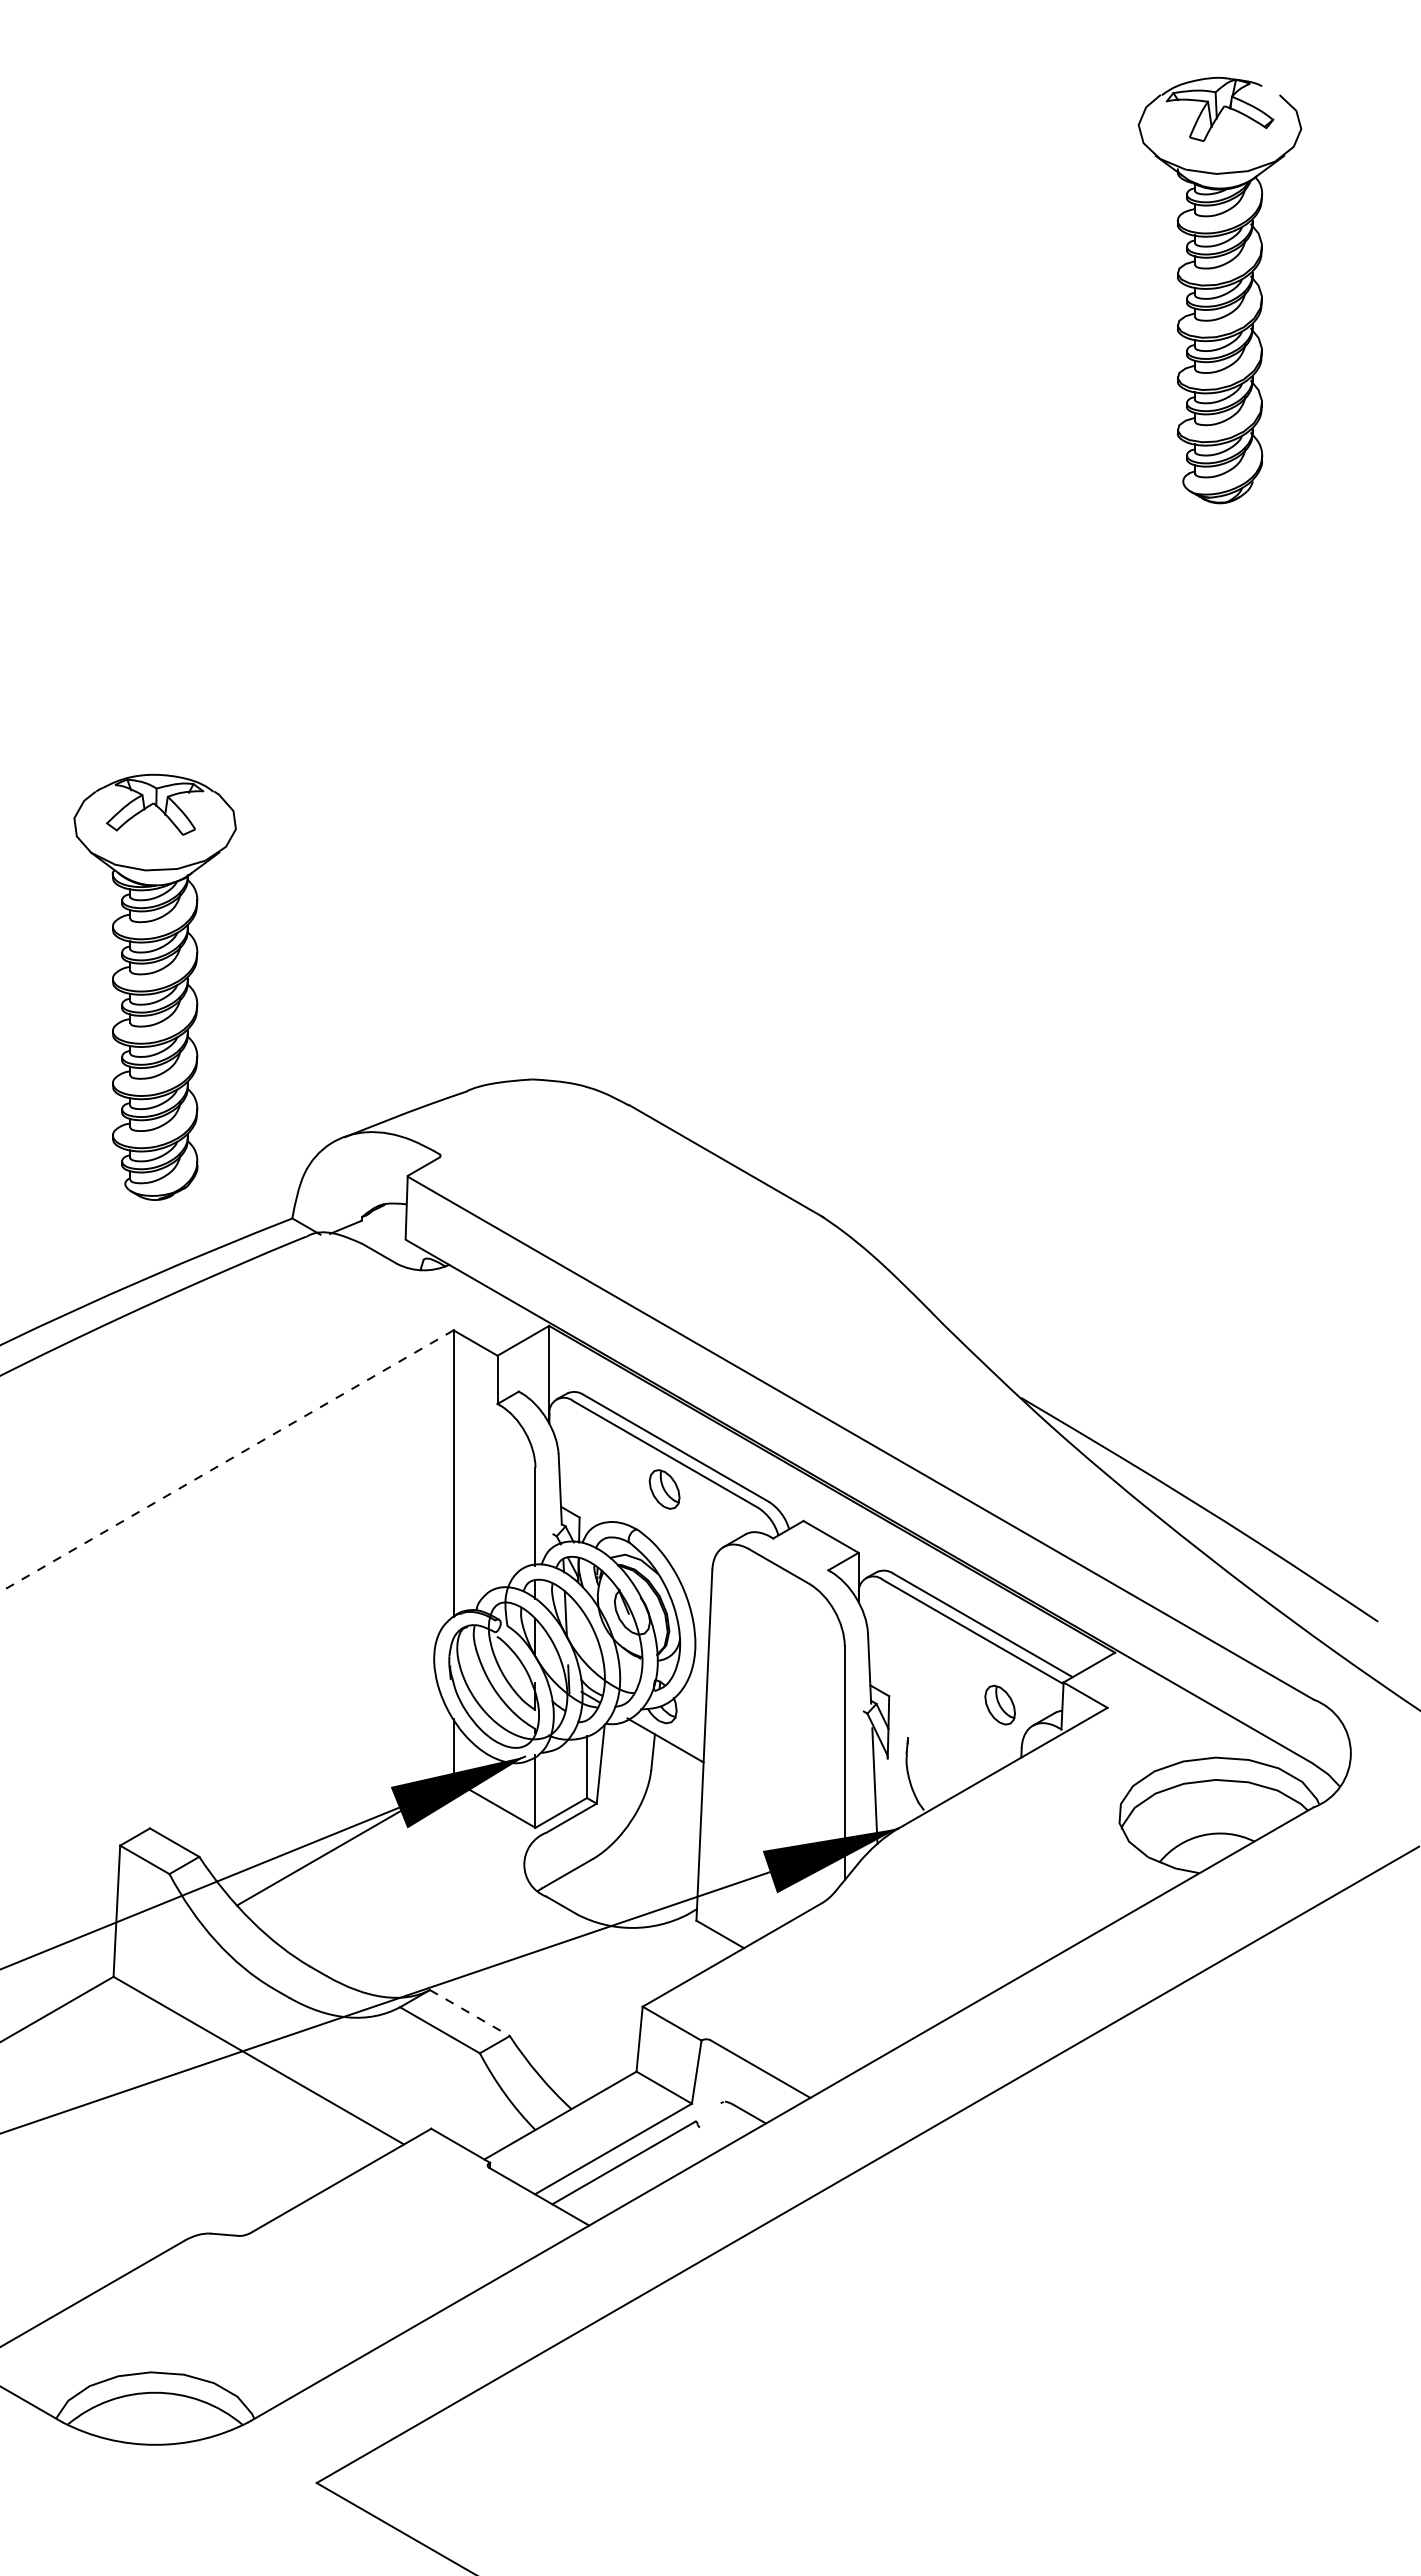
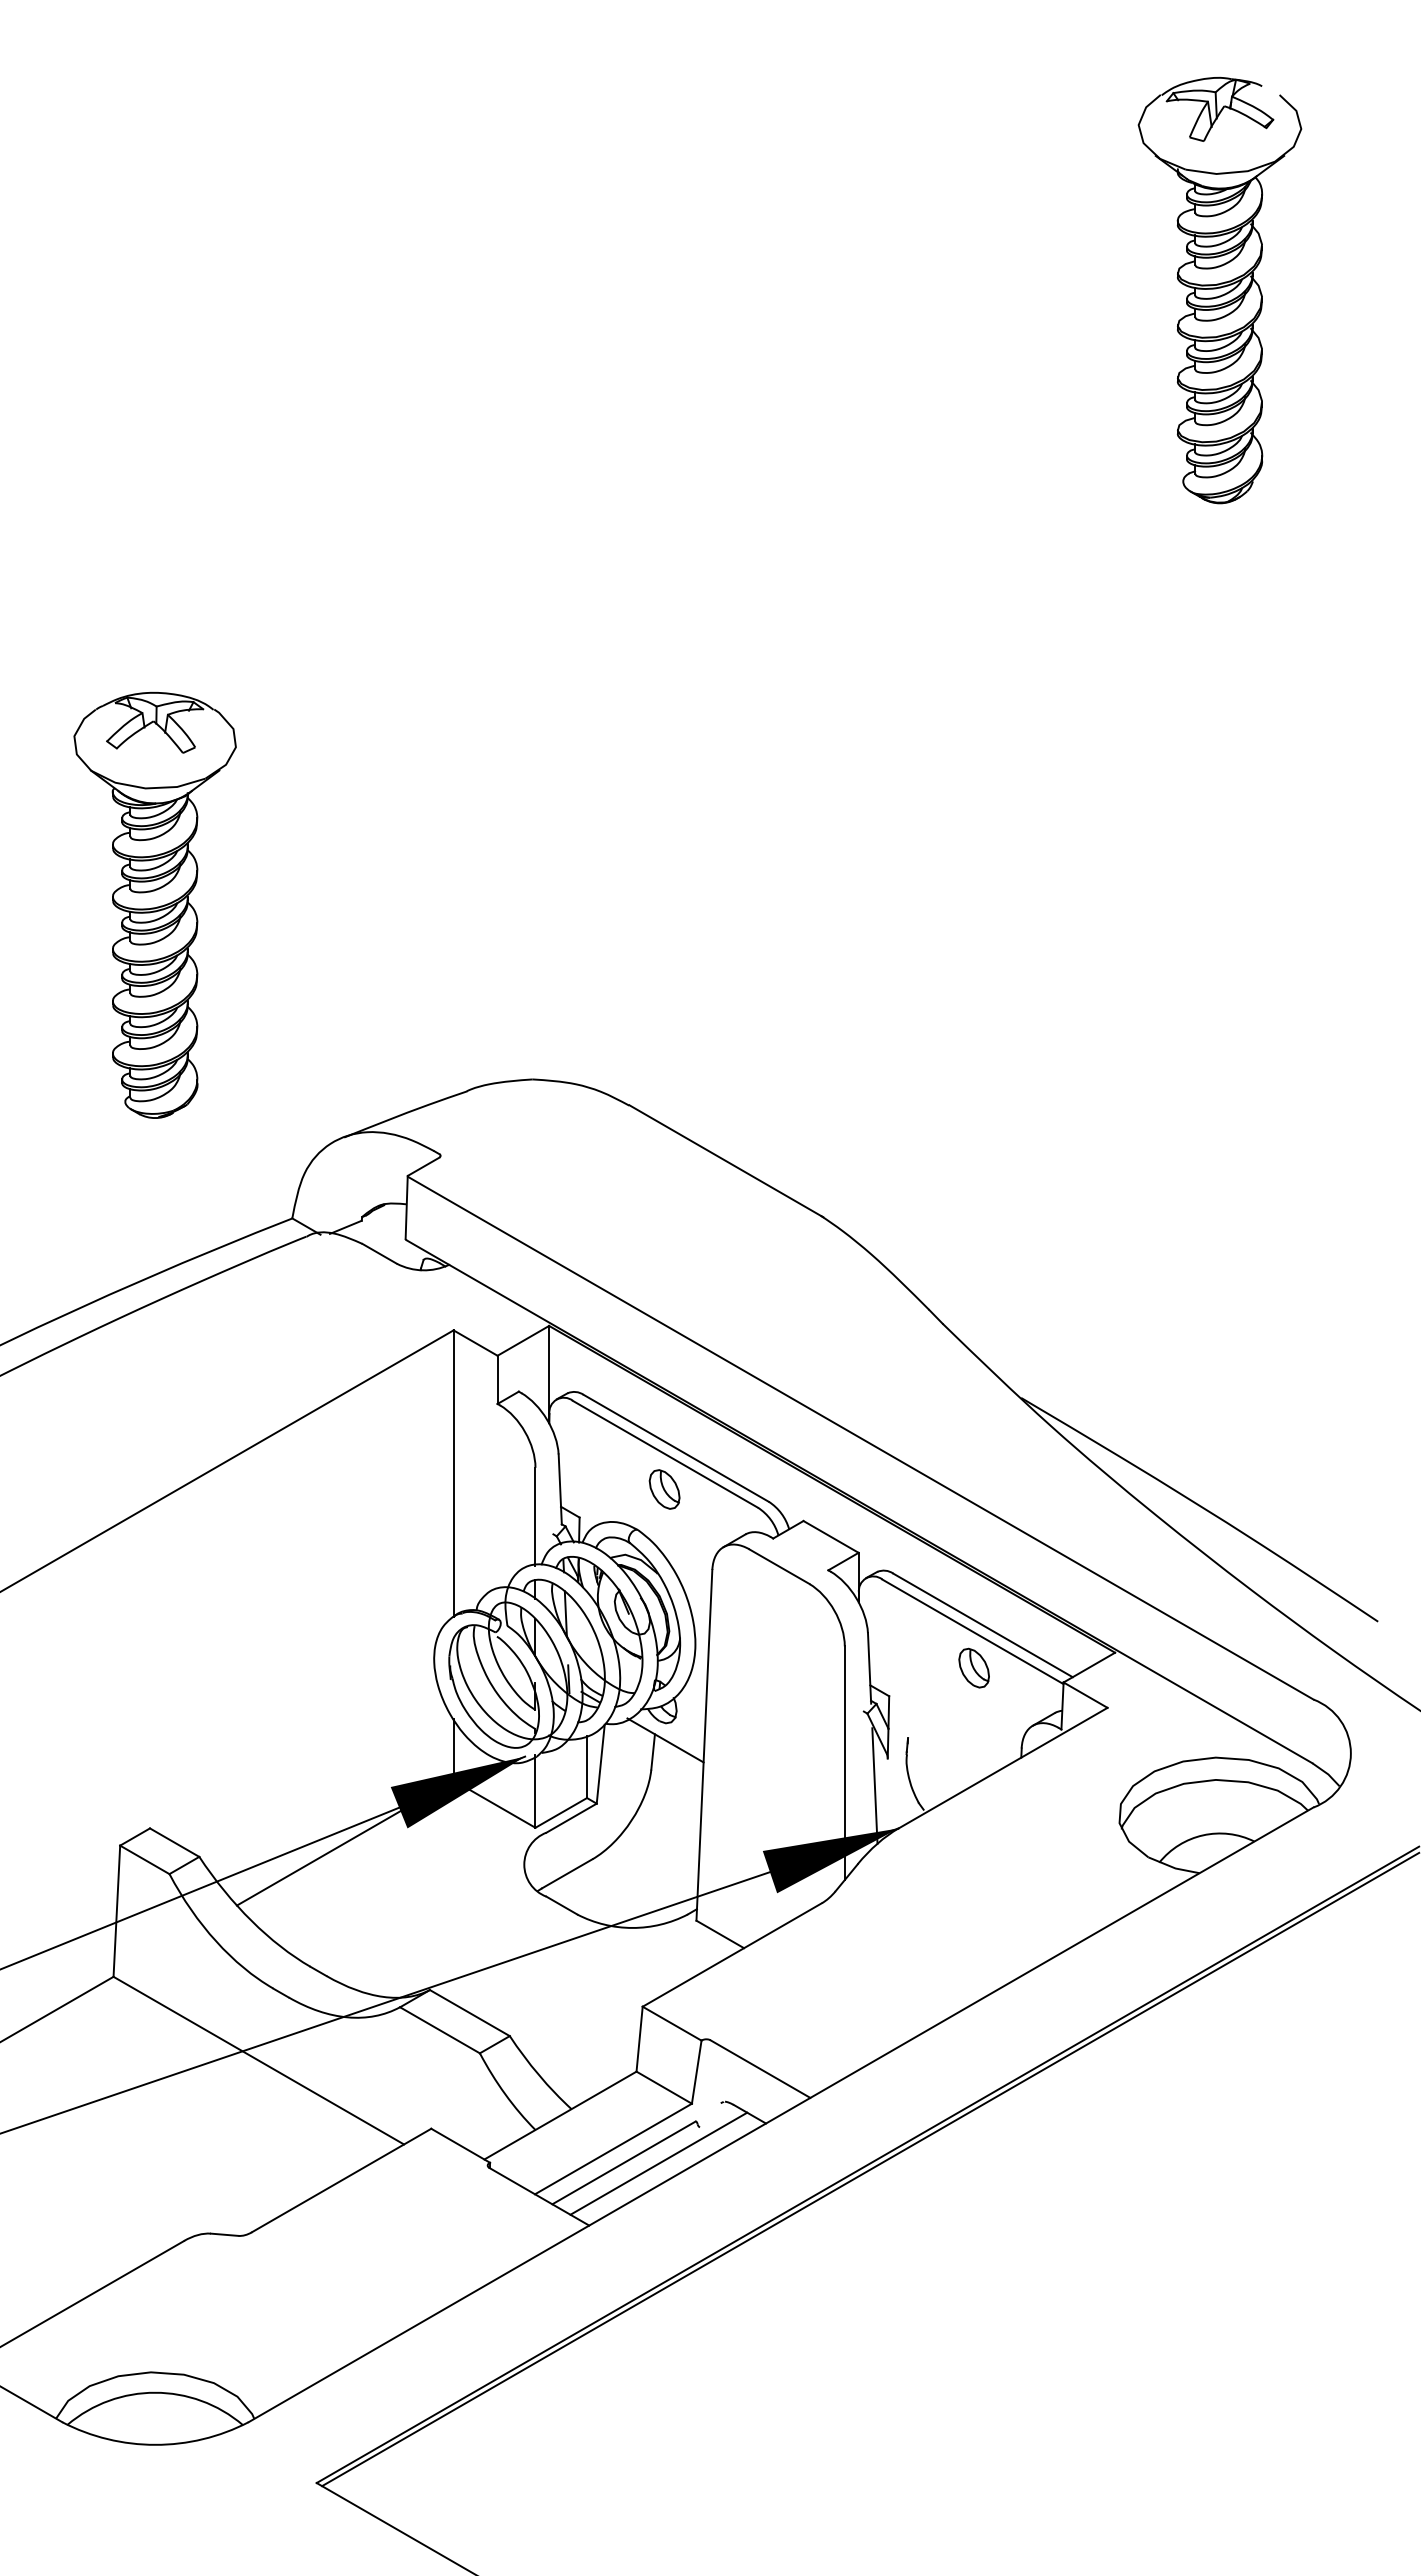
part at (154, 986) position: (154, 986) -> (154, 904)
line at (226, 1461): dashed -> solid
part at (999, 1704) position: (999, 1704) -> (973, 1667)
line at (470, 2013): dashed -> solid
line at (658, 2163): none -> present
line at (869, 2169): none -> present
